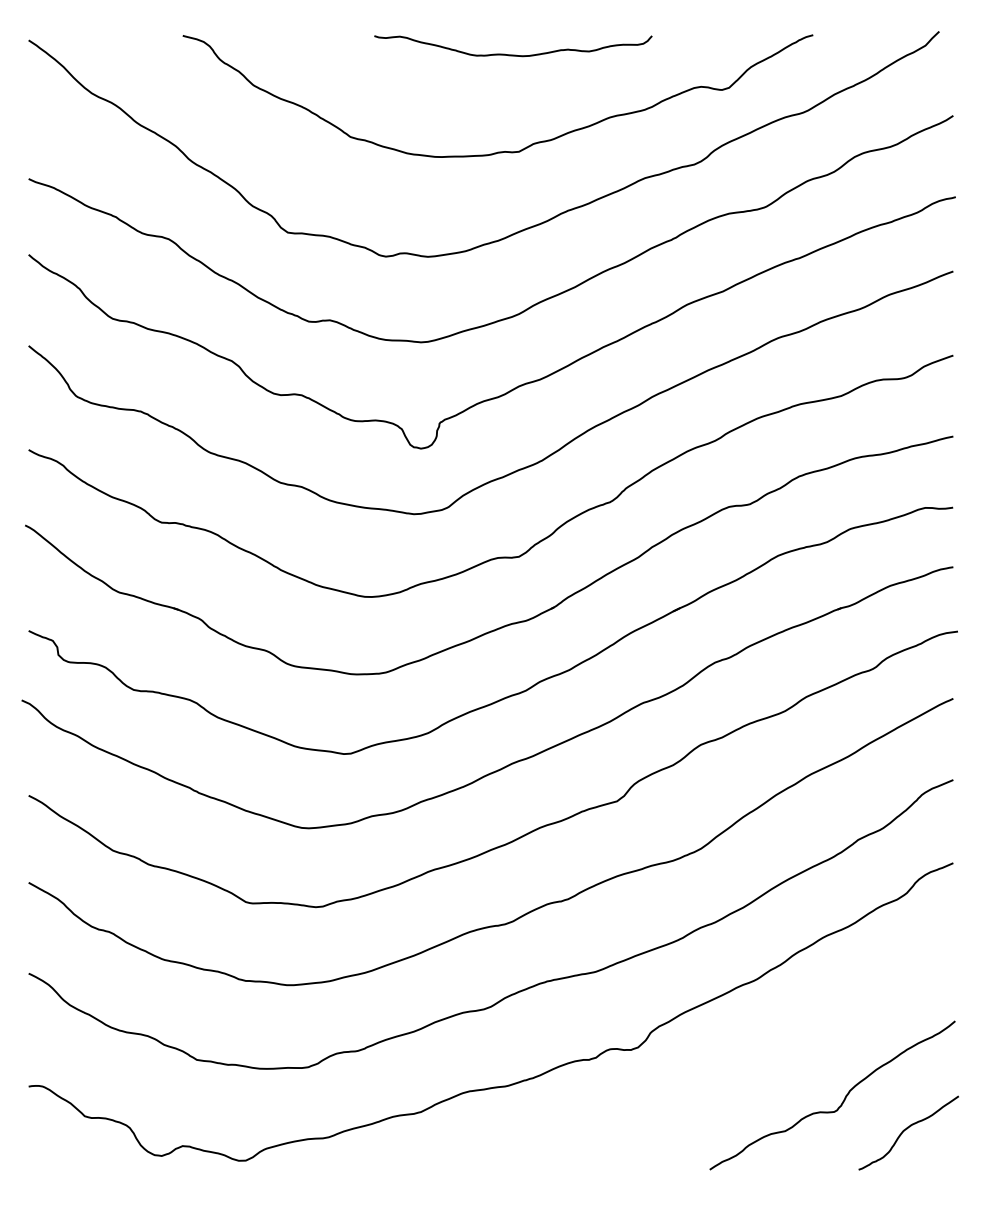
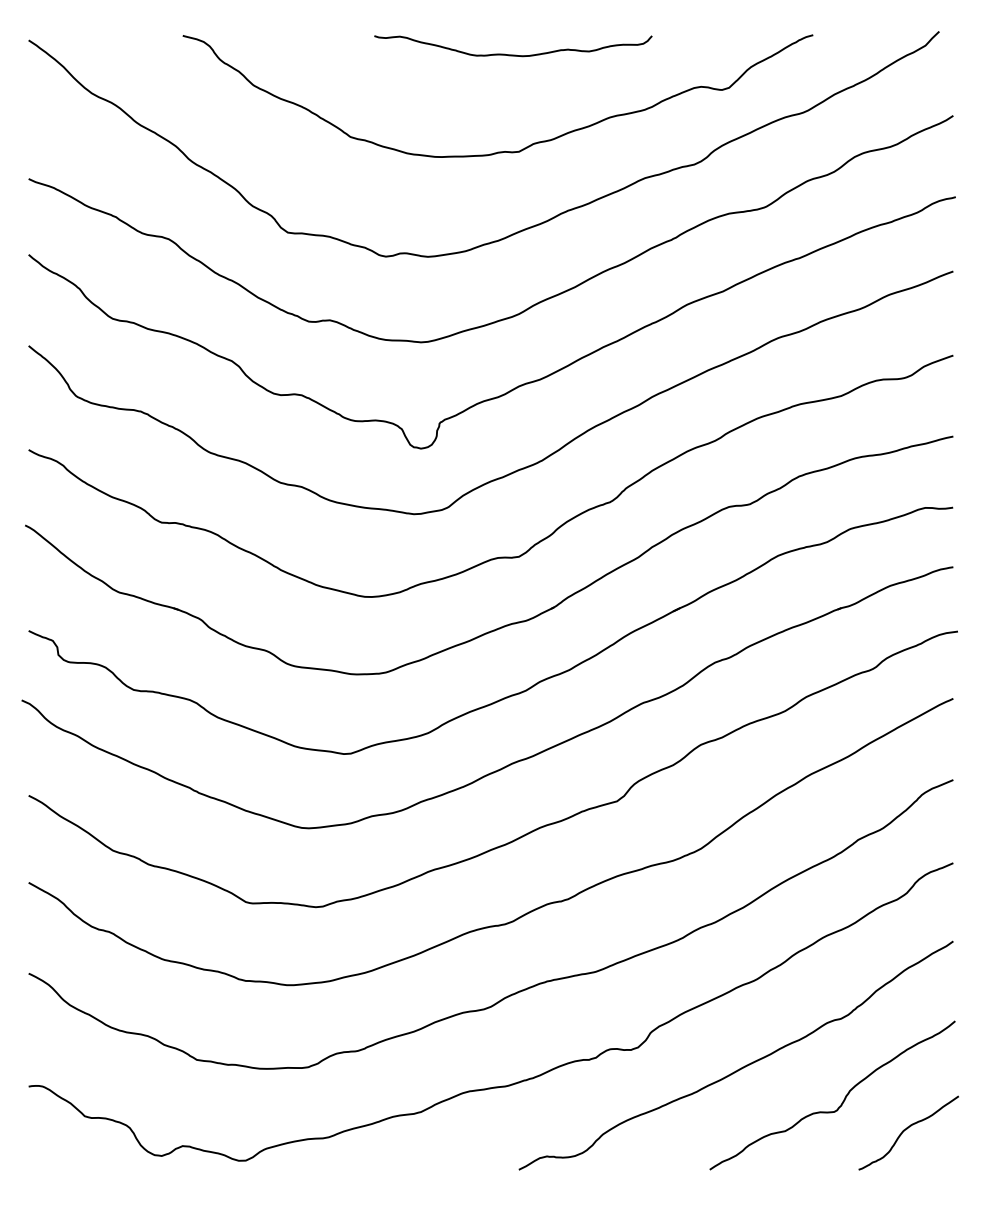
curve at (741, 1067): none -> present
